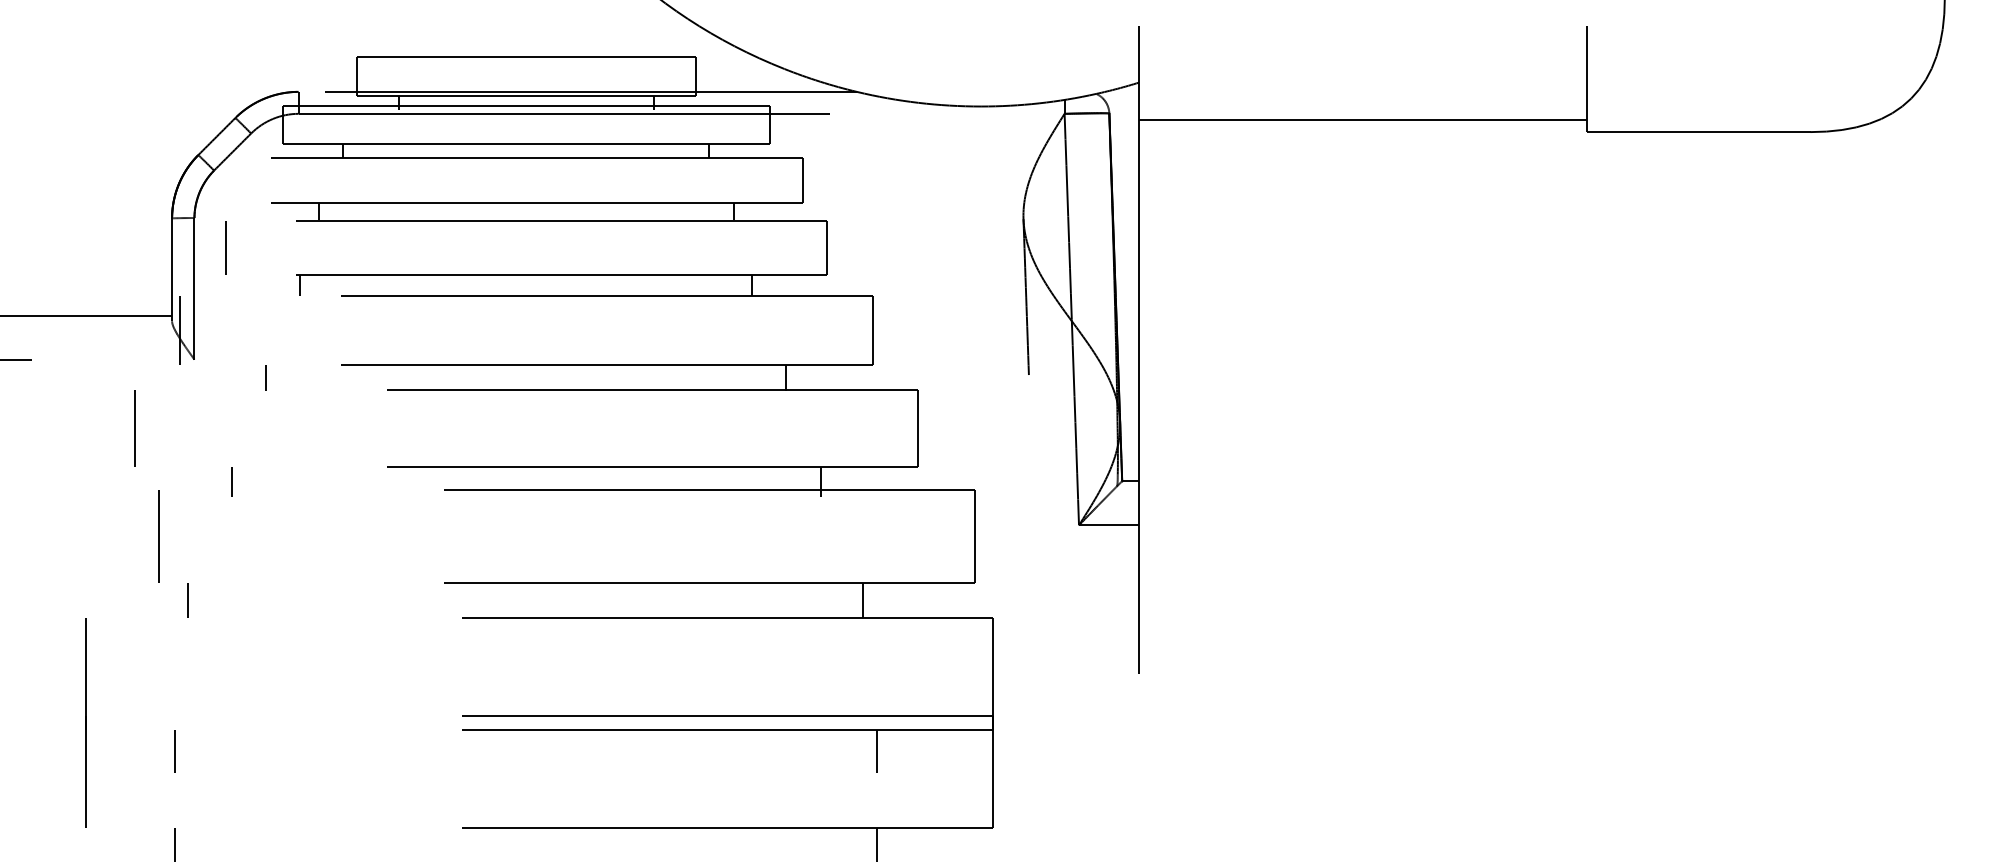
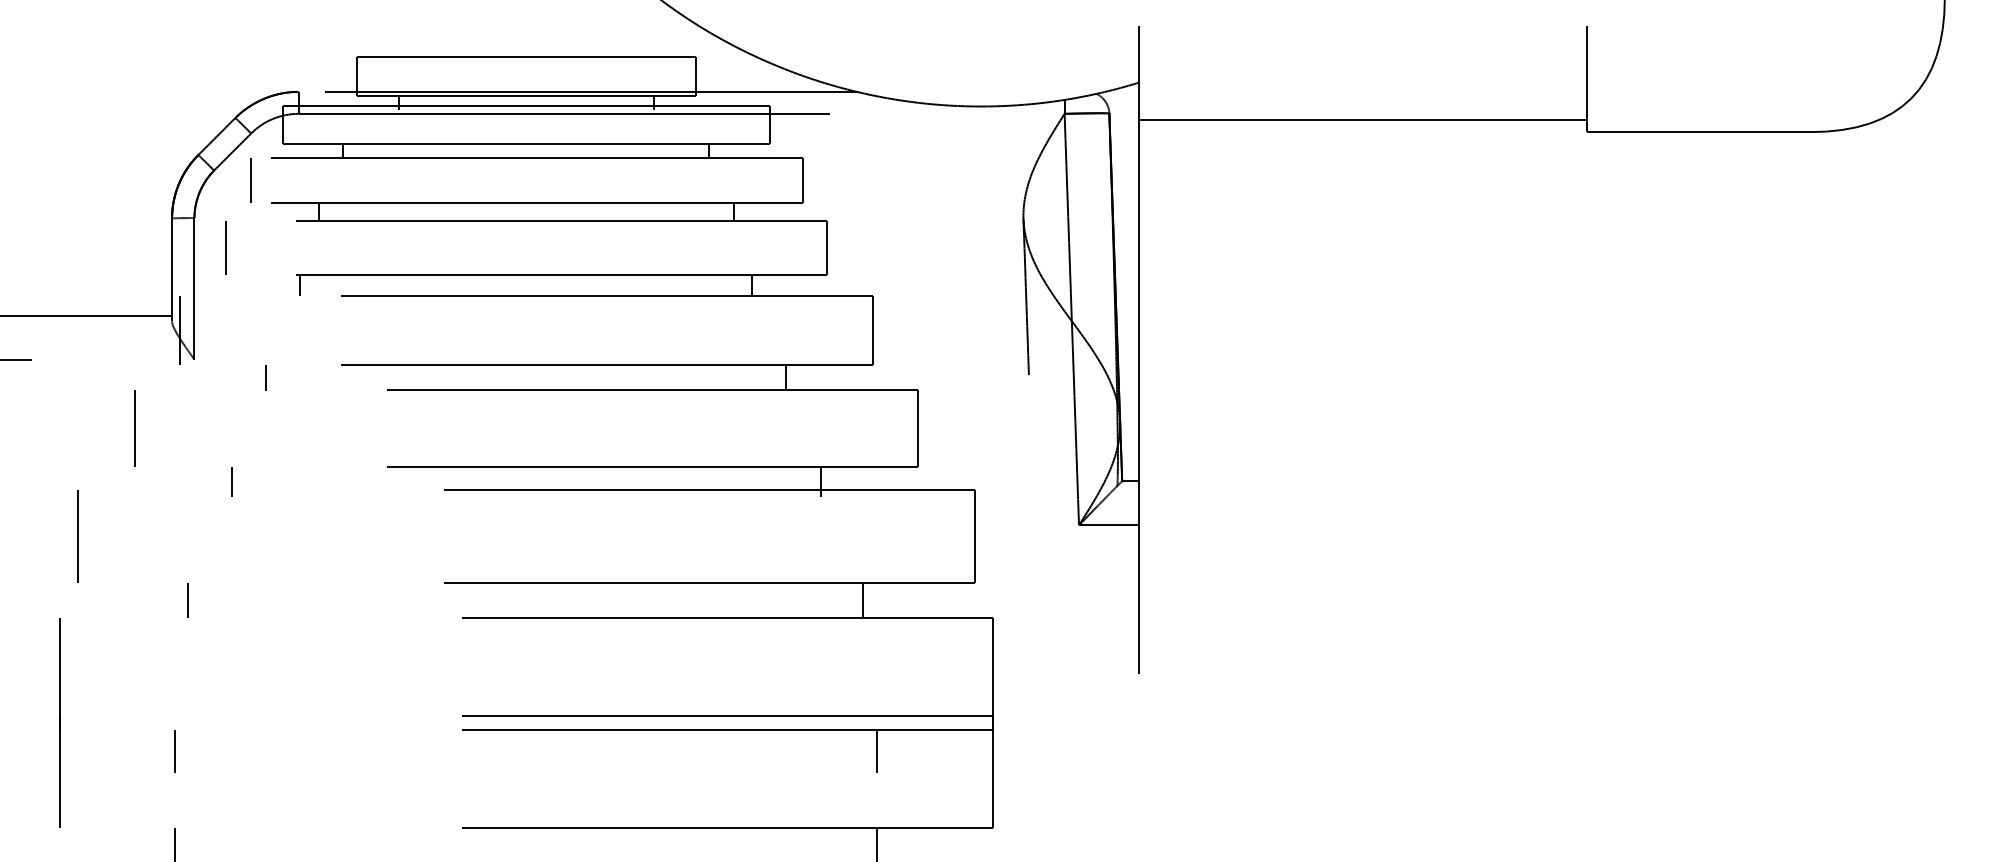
line at (250, 180): none -> present
line at (158, 536) position: (158, 536) -> (77, 536)
line at (85, 722) position: (85, 722) -> (59, 722)
